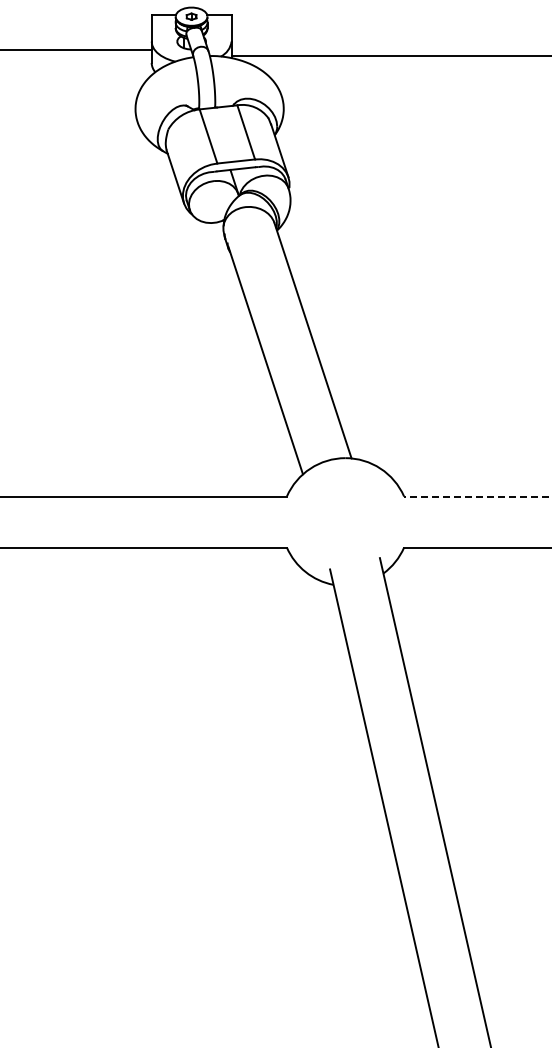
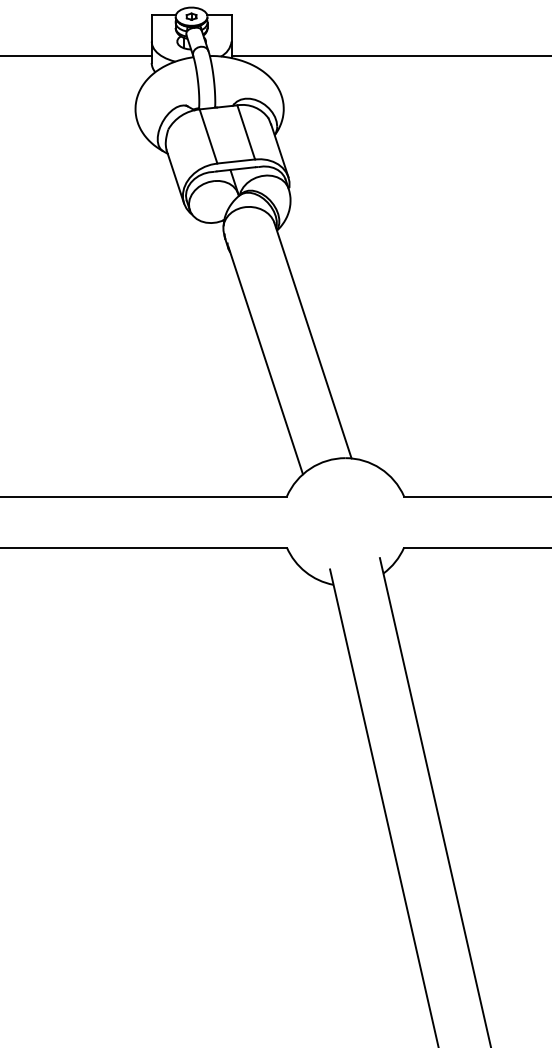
line at (76, 50) position: (76, 50) -> (76, 56)
line at (477, 496): dashed -> solid
